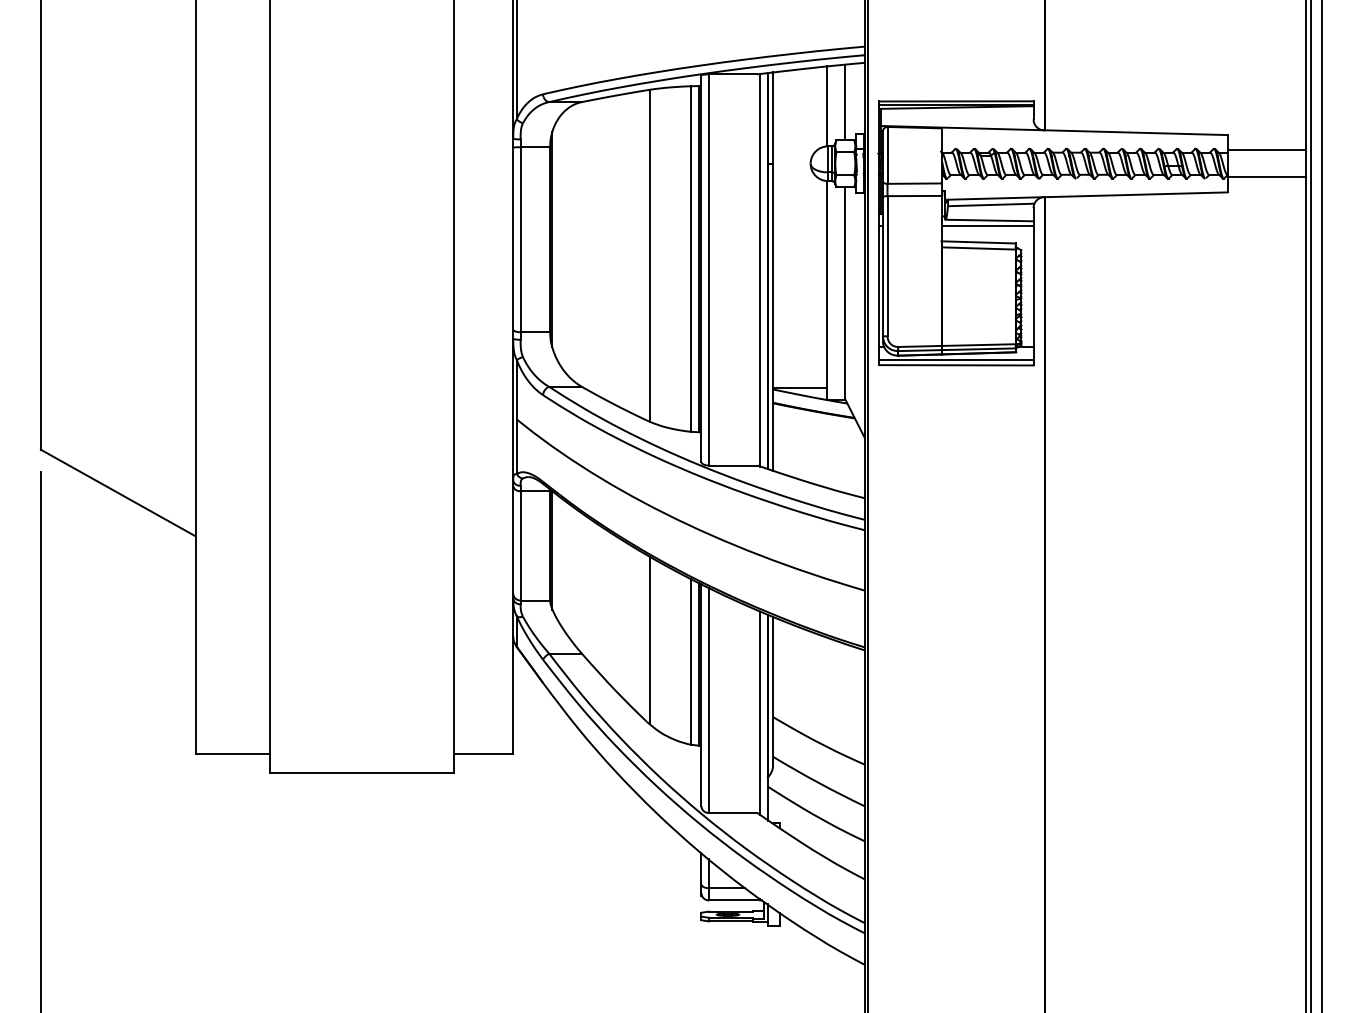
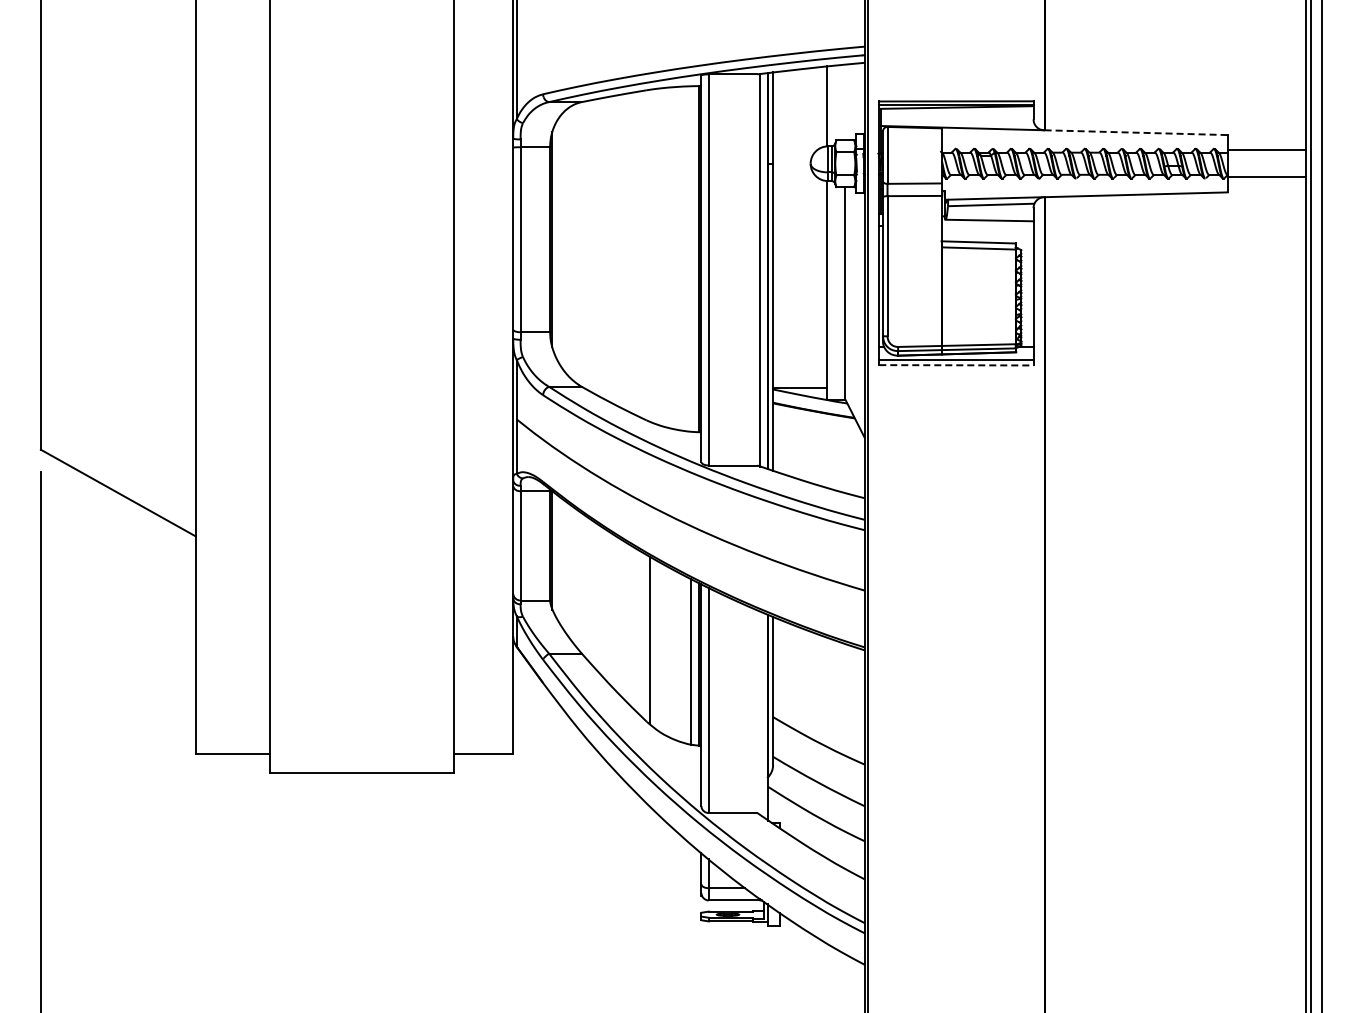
line at (845, 102): present -> none
line at (1136, 132): solid -> dashed
line at (987, 226): present -> none
line at (649, 255): present -> none
line at (691, 258): present -> none
line at (956, 365): solid -> dashed
line at (760, 713): present -> none
